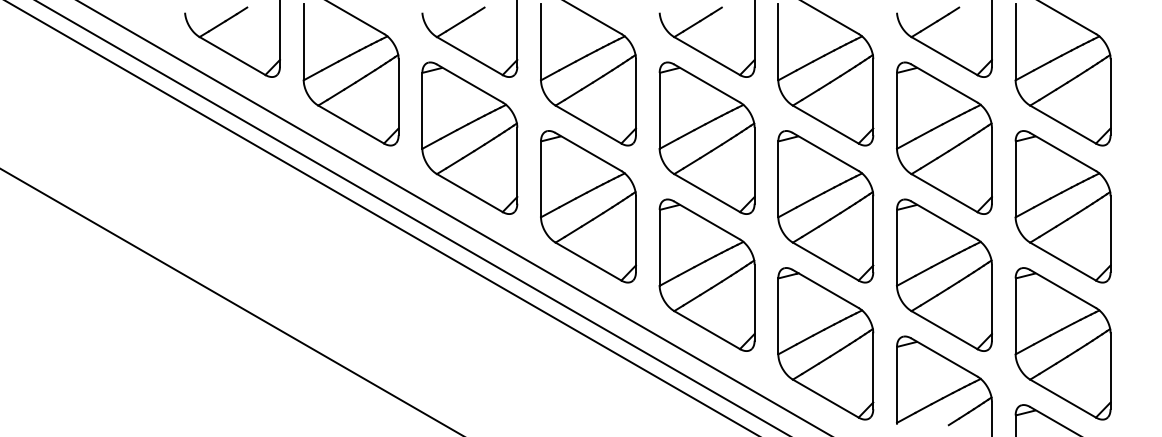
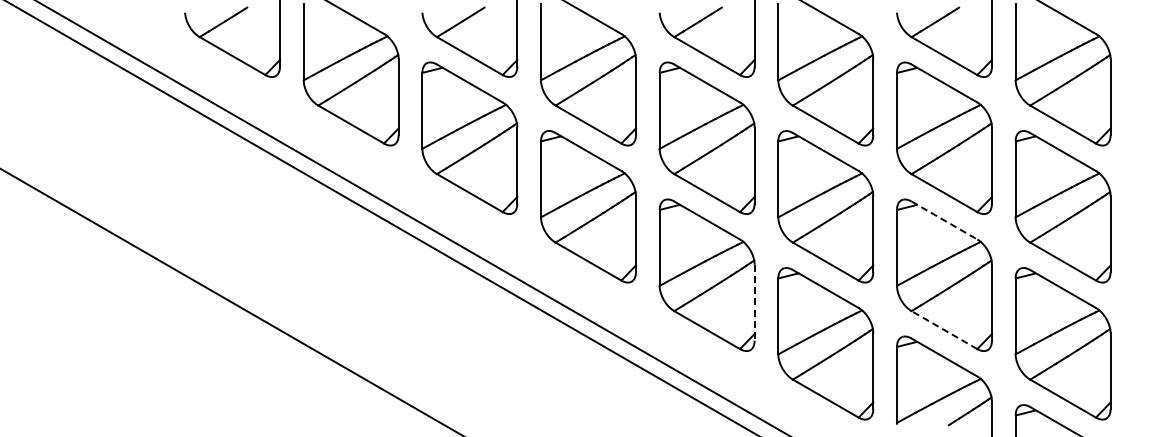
line at (453, 217): present -> none
line at (944, 220): solid -> dashed
line at (754, 302): solid -> dashed
line at (944, 330): solid -> dashed
